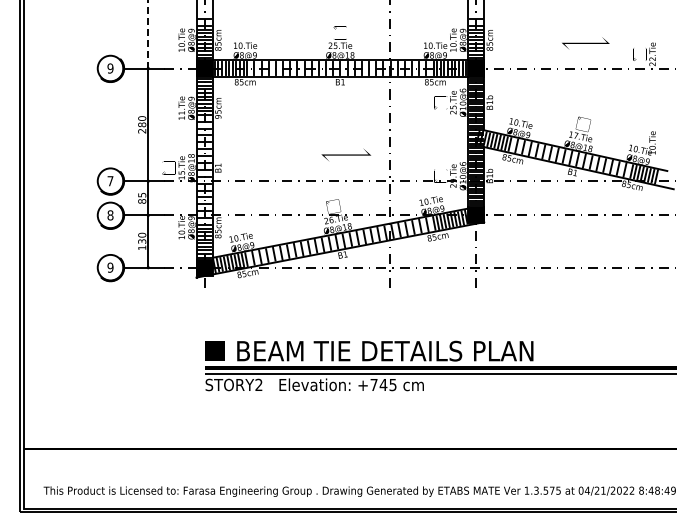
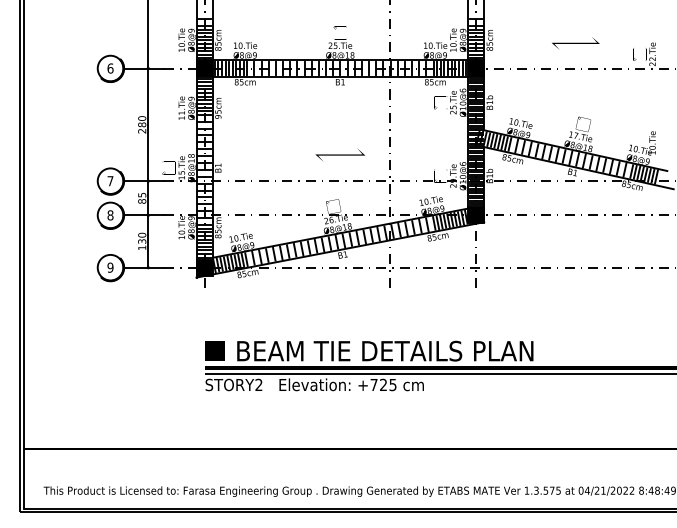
line at (148, 34): dashed -> solid
line at (585, 42) position: (585, 42) -> (575, 42)
text at (110, 68): 9 -> 6
line at (345, 154) position: (345, 154) -> (339, 154)
text at (383, 384): +745 -> +725
